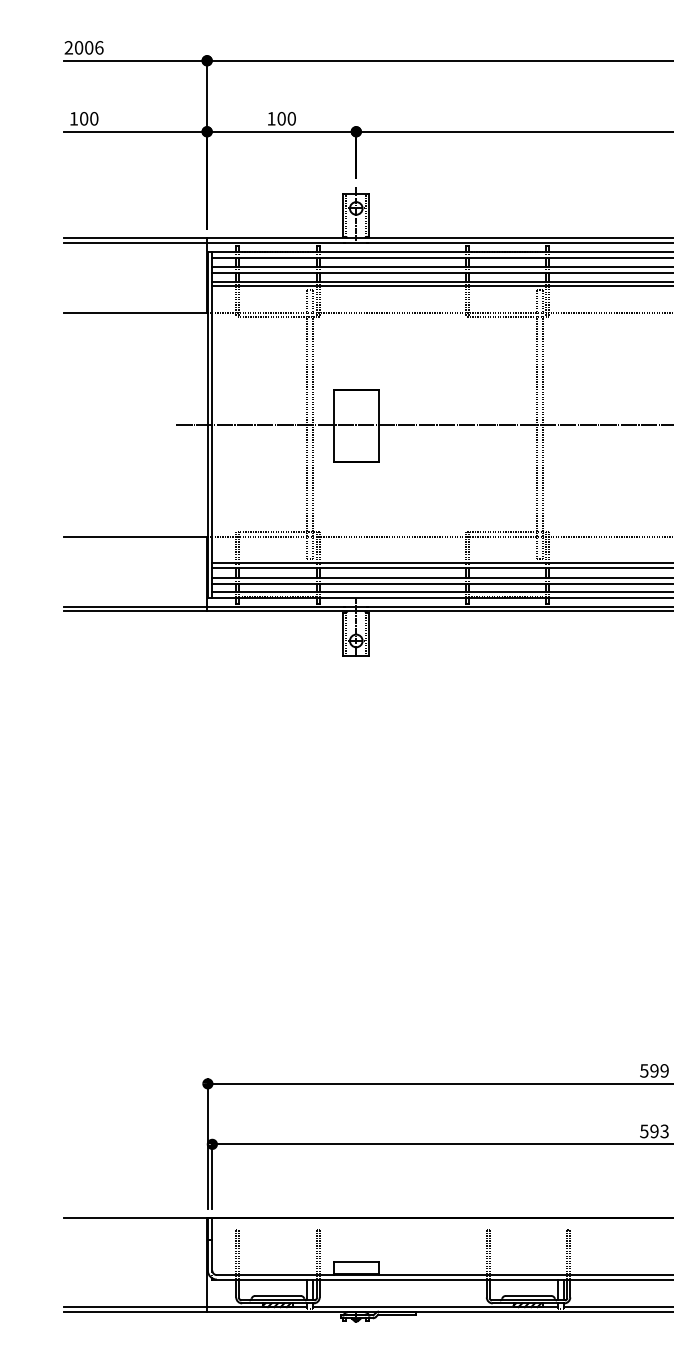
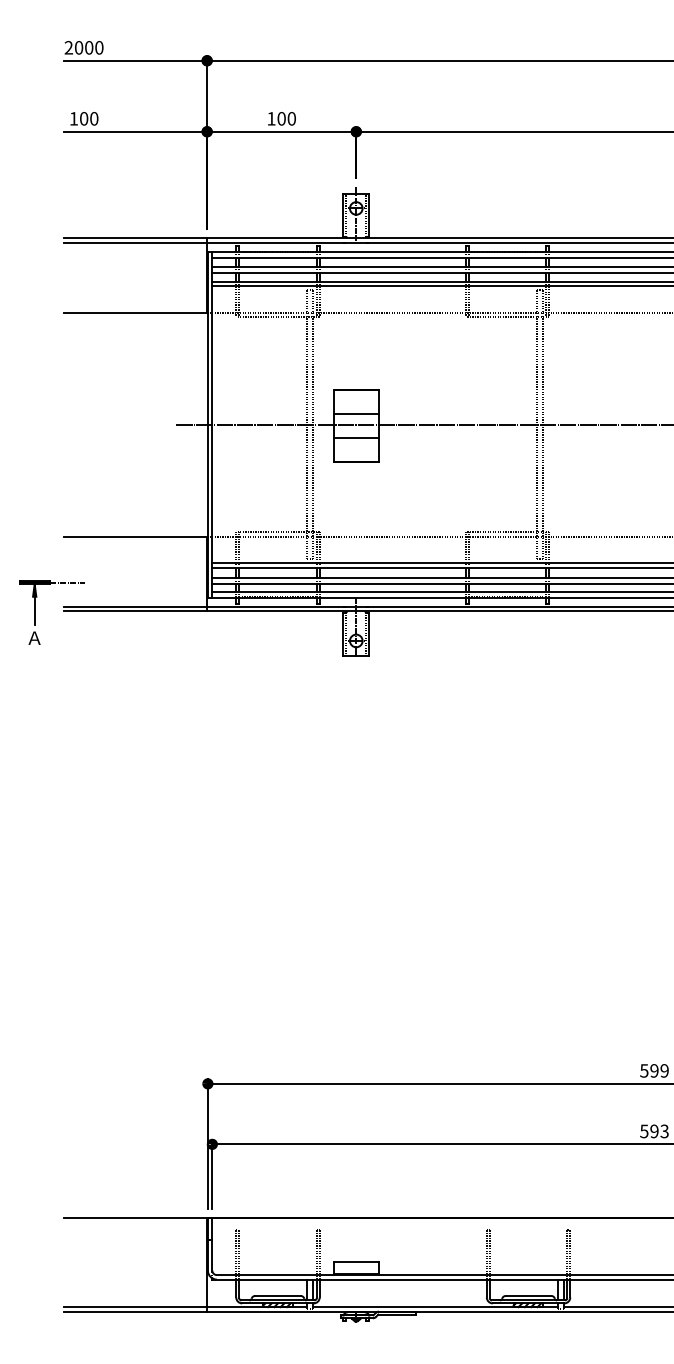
text at (99, 47): 2006 -> 2000
line at (355, 413): none -> present
line at (355, 438): none -> present
part at (35, 612): none -> present
